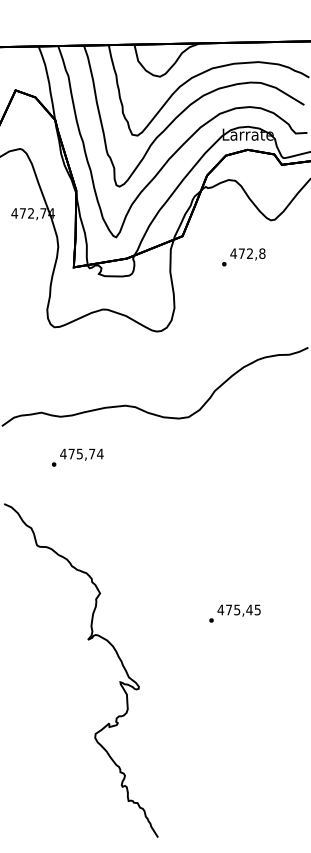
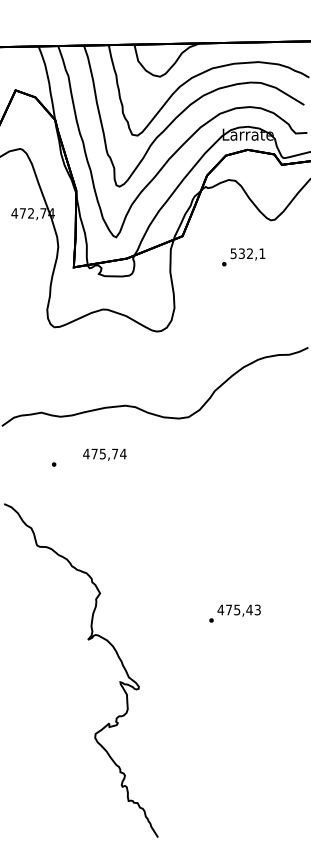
text at (247, 253): 472,8 -> 532,1
text at (81, 454) position: (81, 454) -> (104, 454)
text at (257, 609): 475,45 -> 475,43
